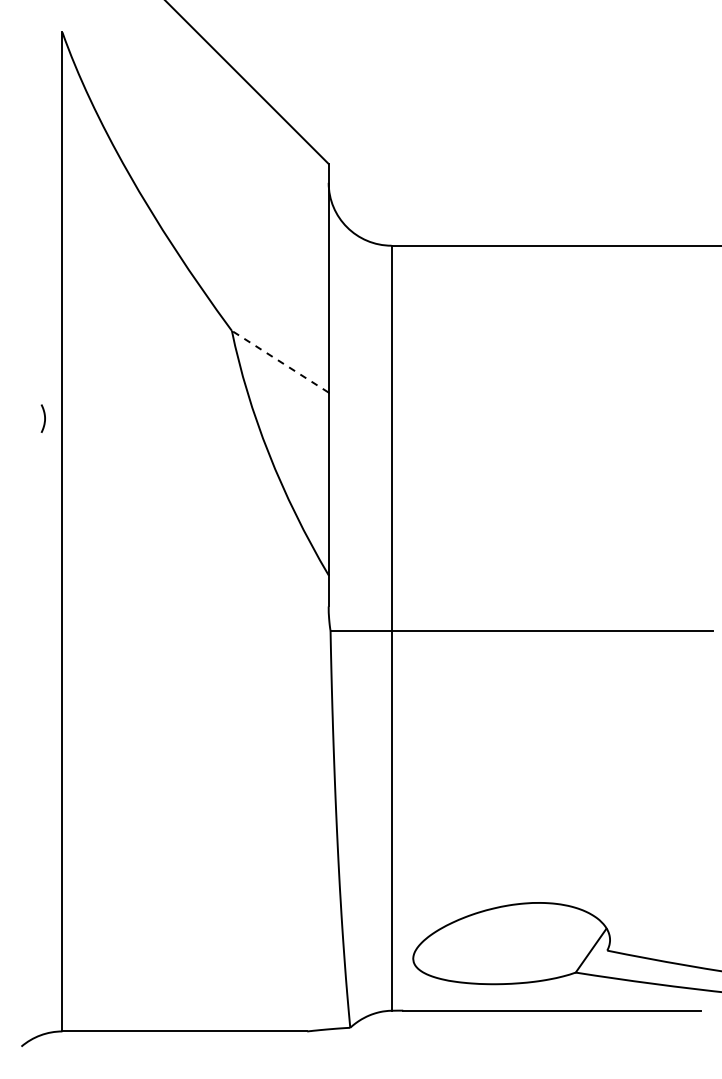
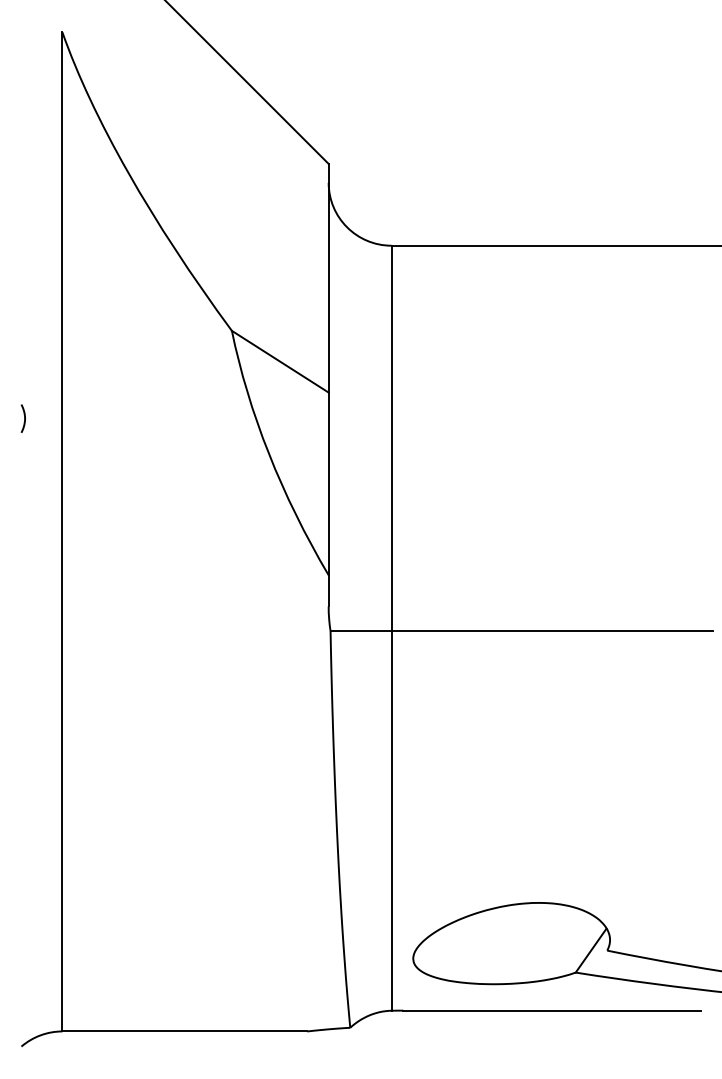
line at (279, 361): dashed -> solid
curve at (44, 418) position: (44, 418) -> (24, 418)
